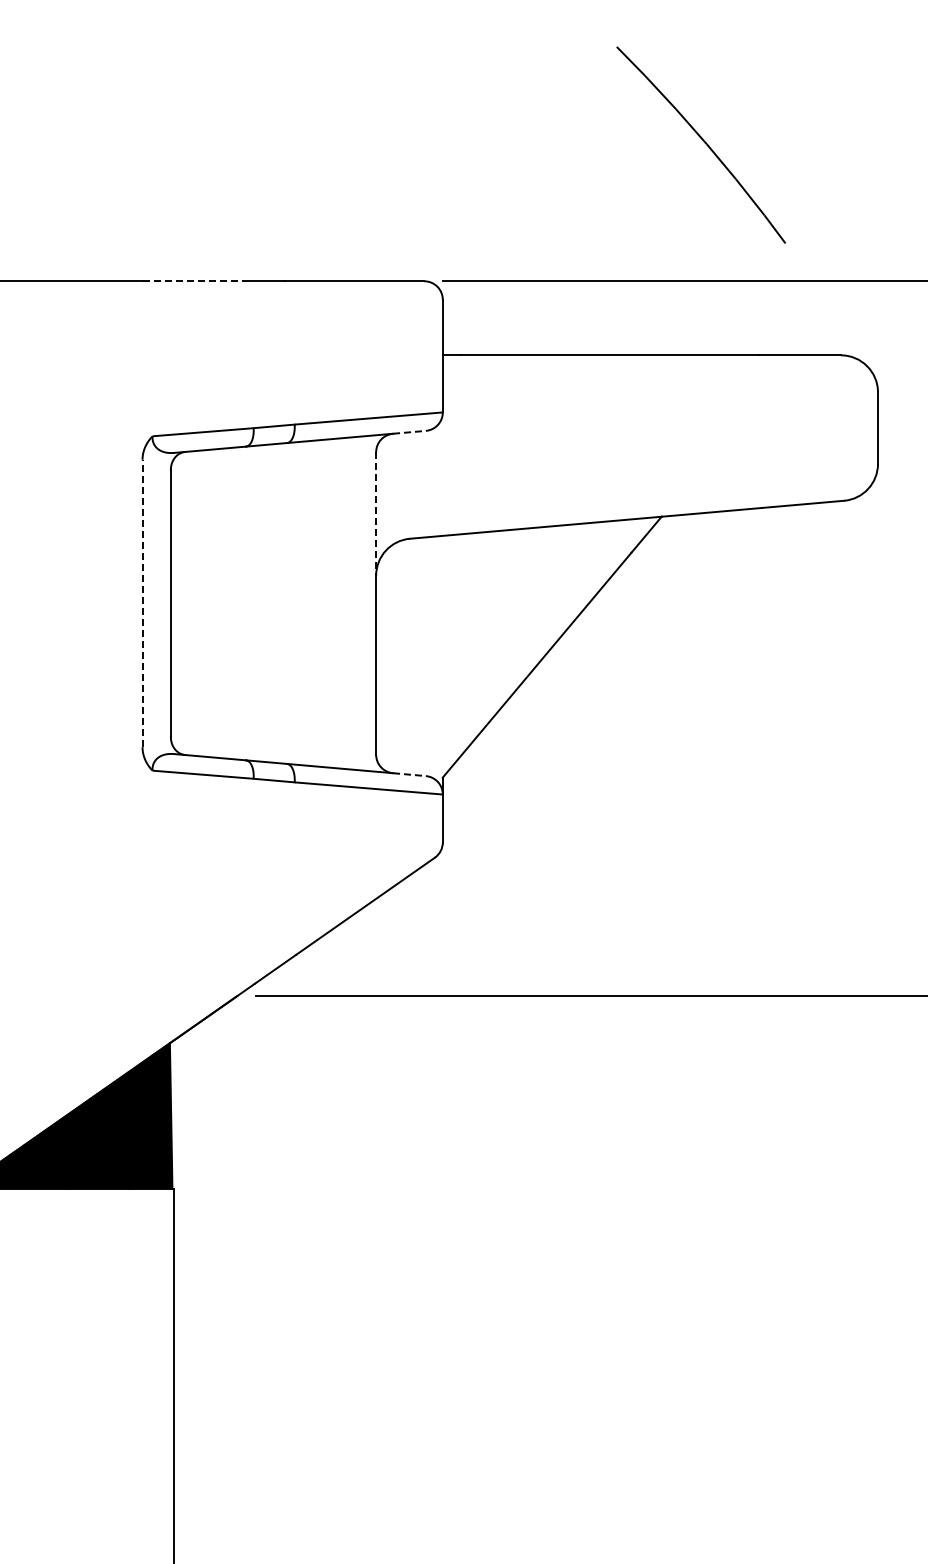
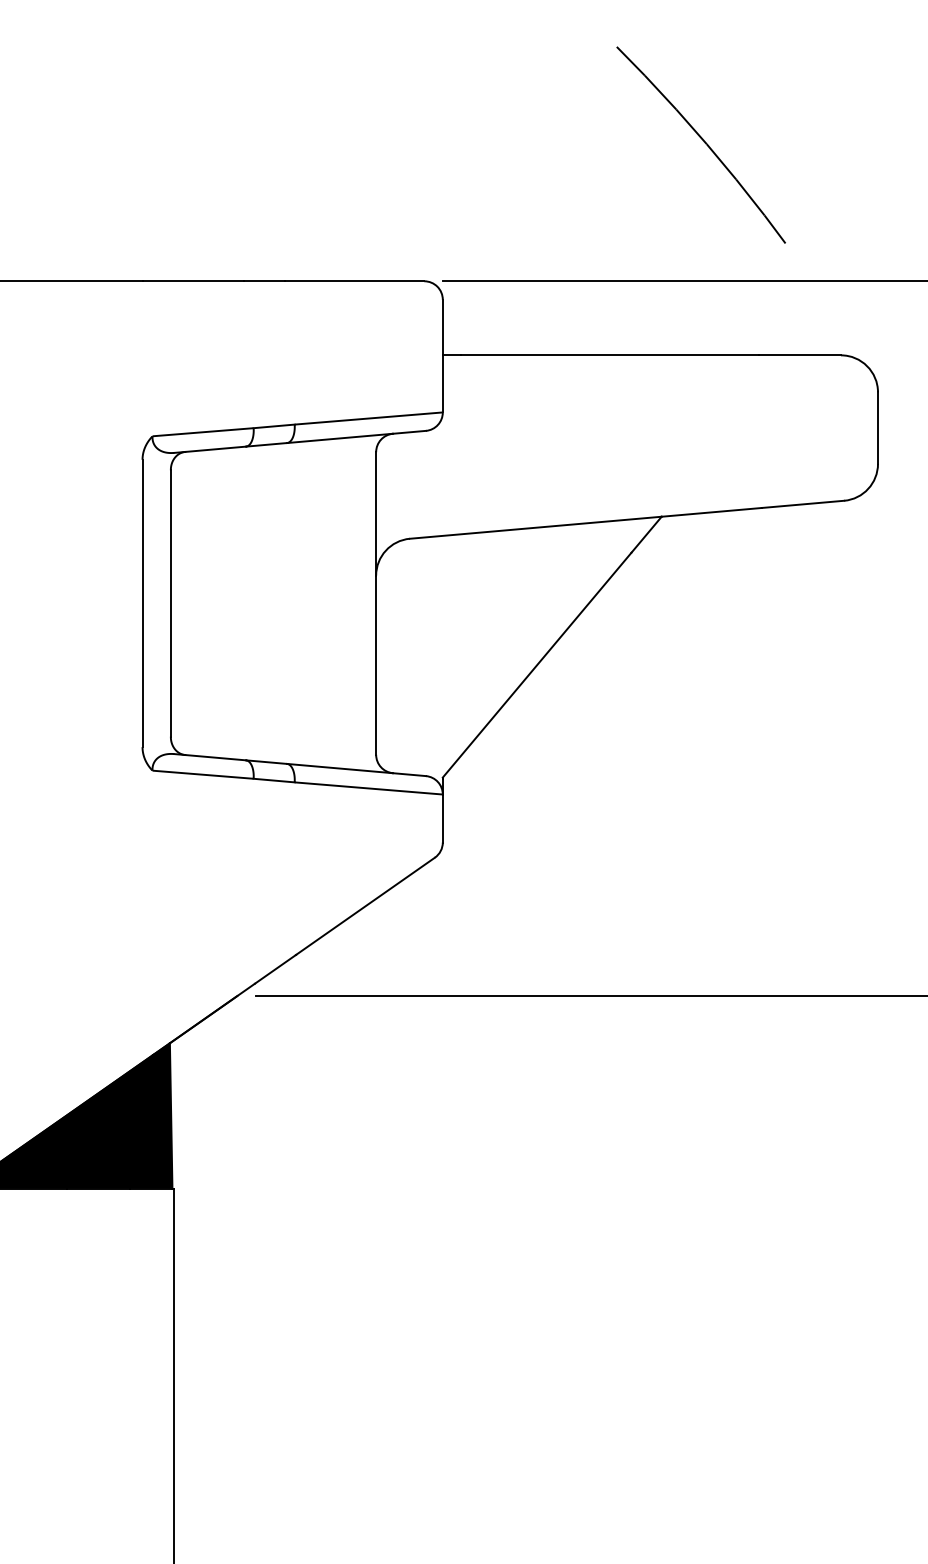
line at (193, 281): dashed -> solid
line at (409, 432): dashed -> solid
line at (376, 513): dashed -> solid
line at (142, 603): dashed -> solid
line at (409, 774): dashed -> solid
